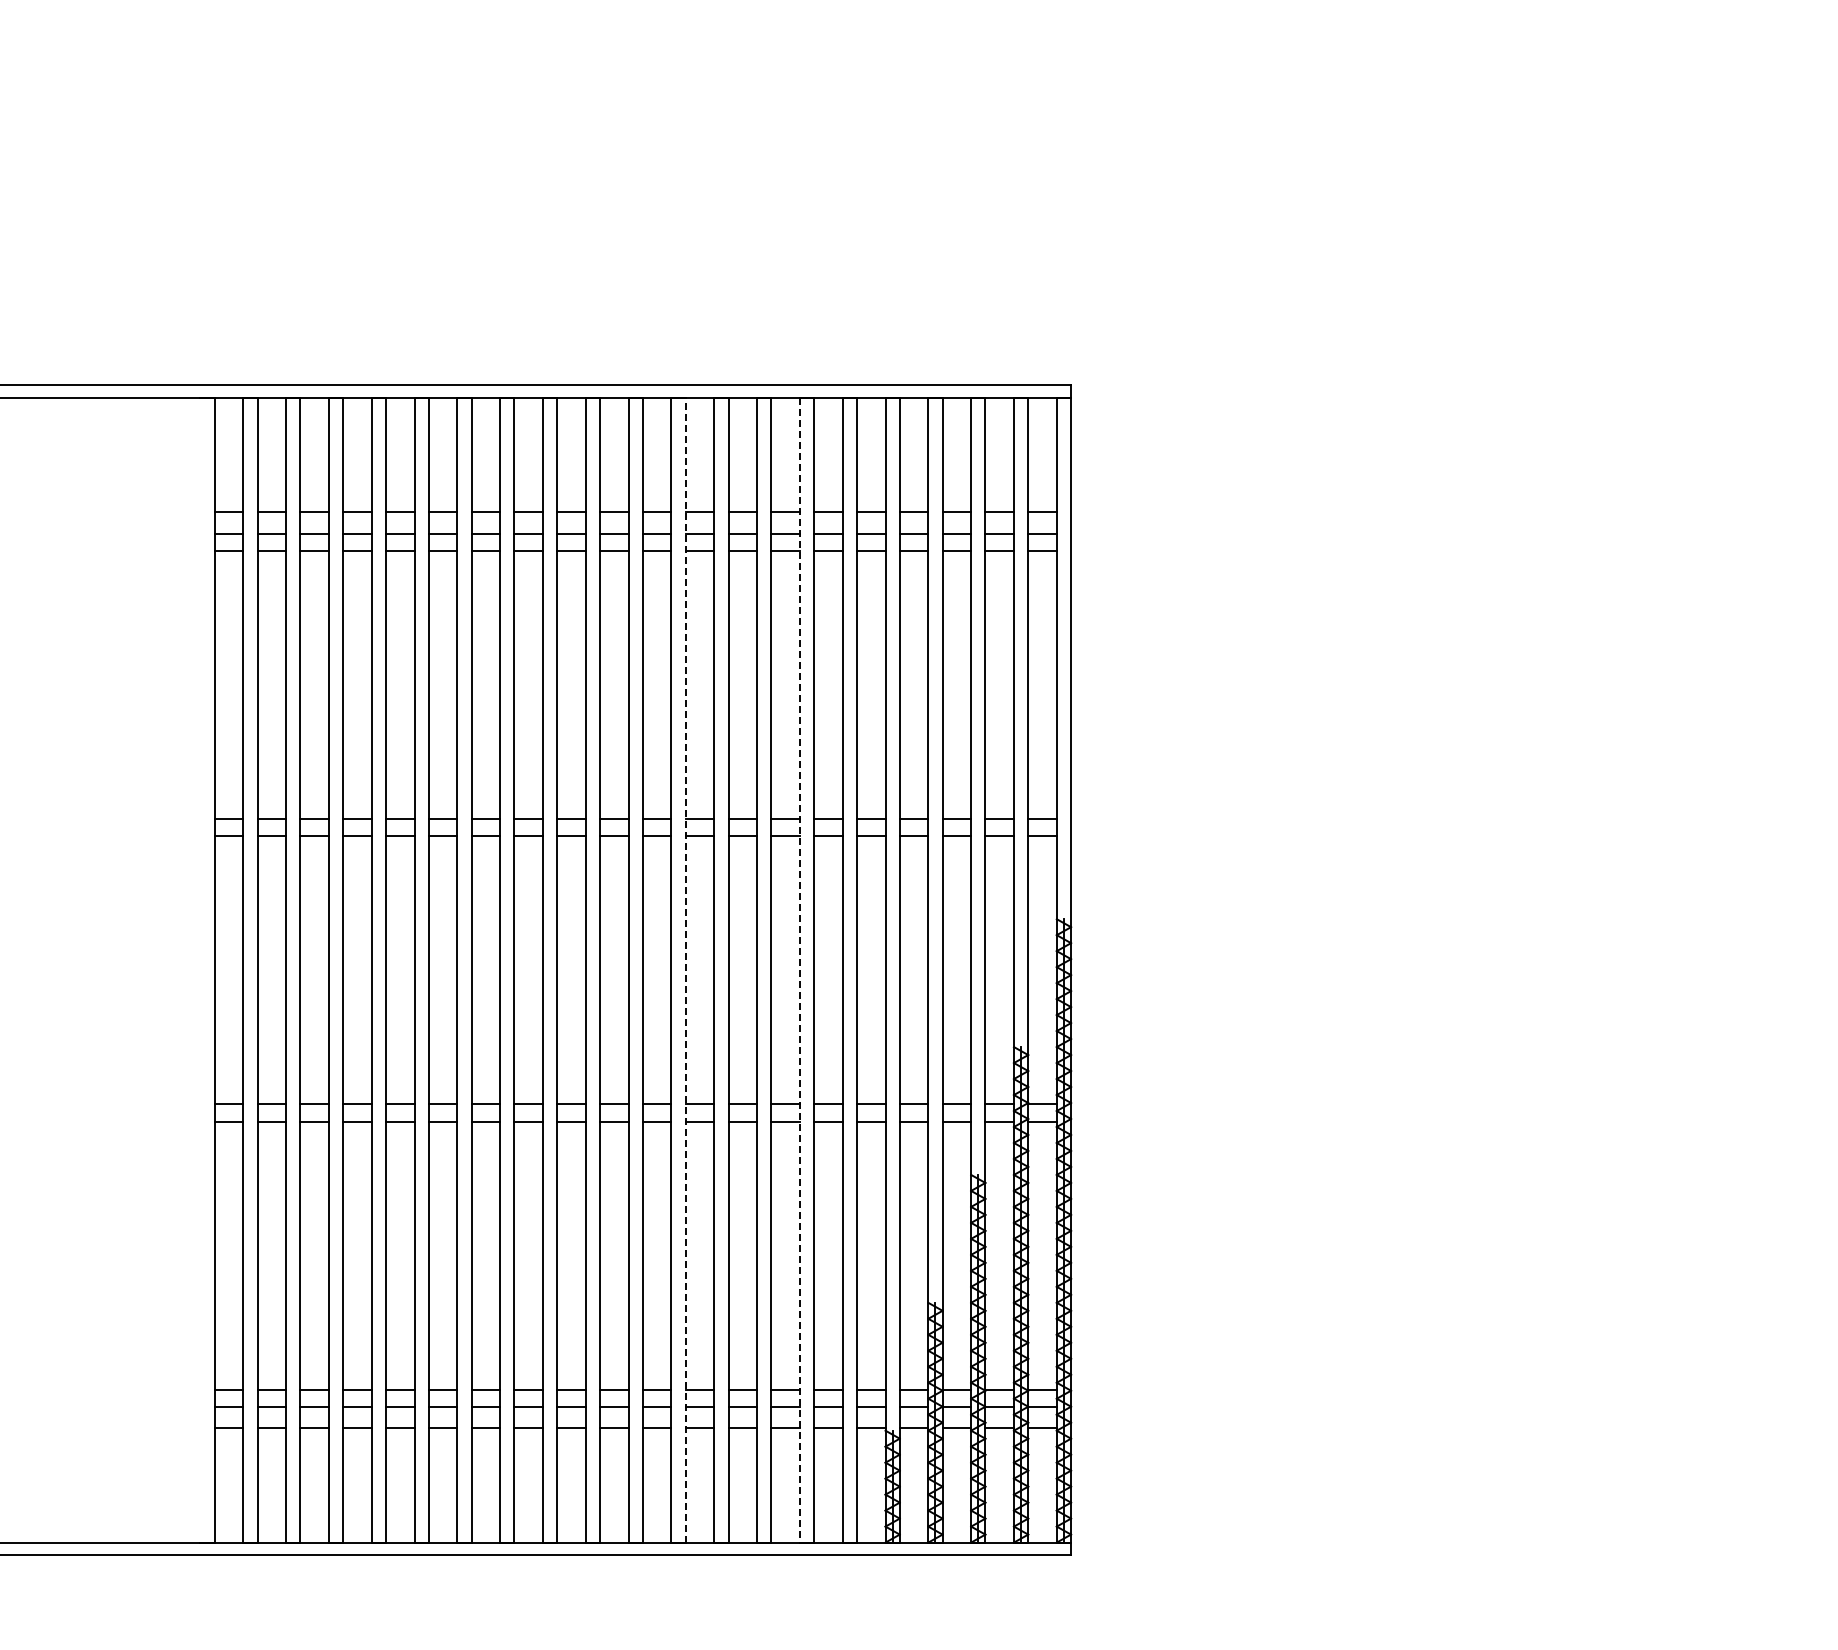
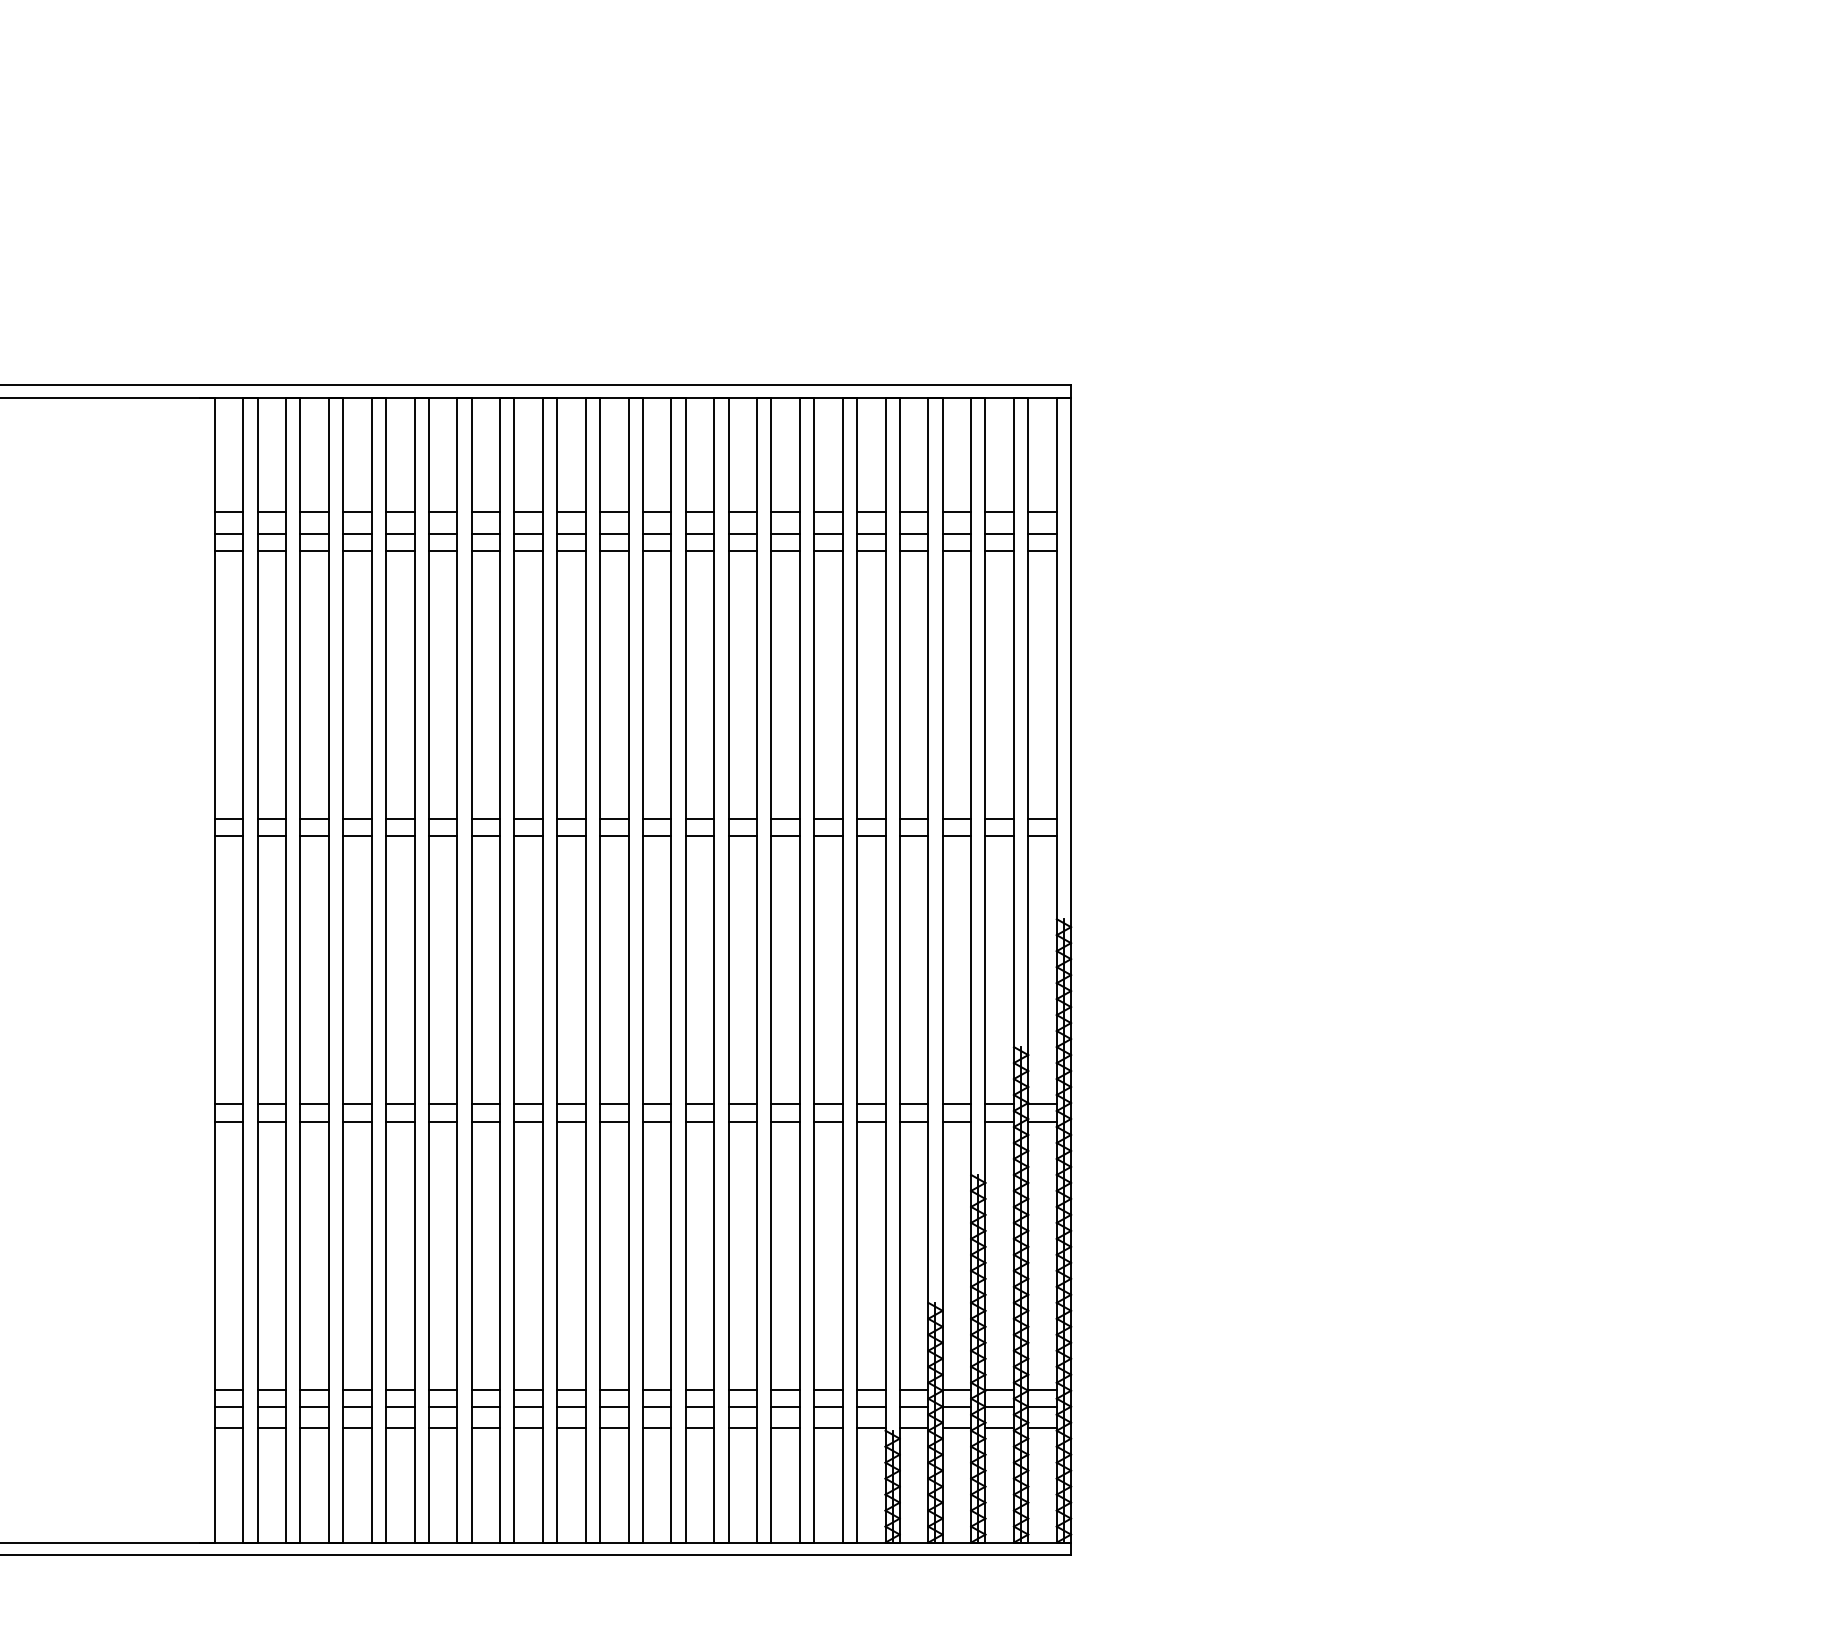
line at (685, 969): dashed -> solid
line at (799, 970): dashed -> solid
